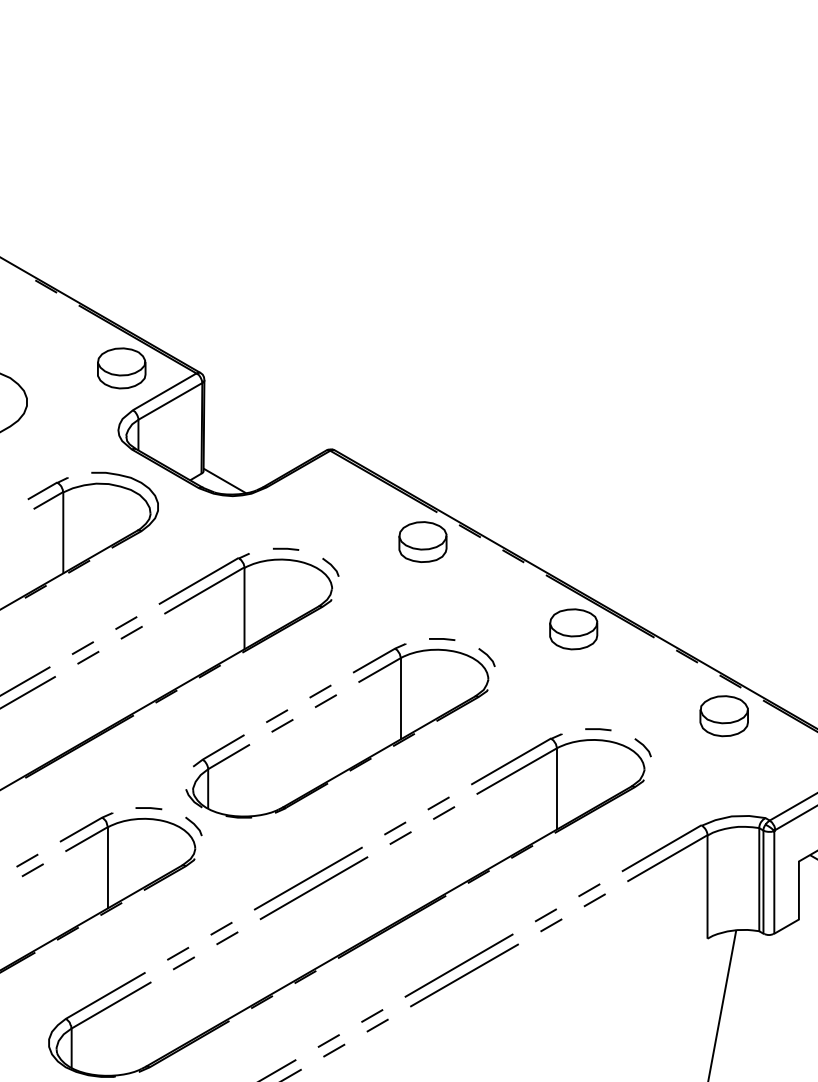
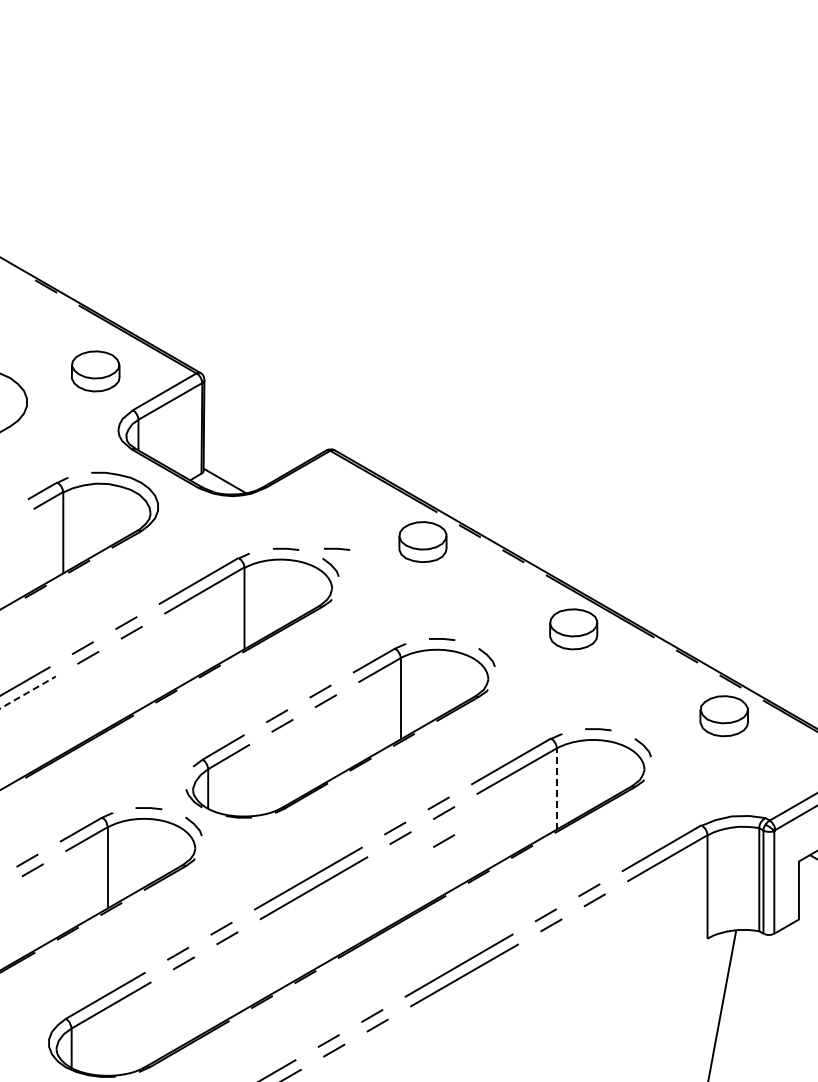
part at (121, 368) position: (121, 368) -> (95, 371)
line at (337, 548): none -> present
line at (28, 692): solid -> dashed
line at (556, 789): solid -> dashed
line at (444, 840): none -> present
